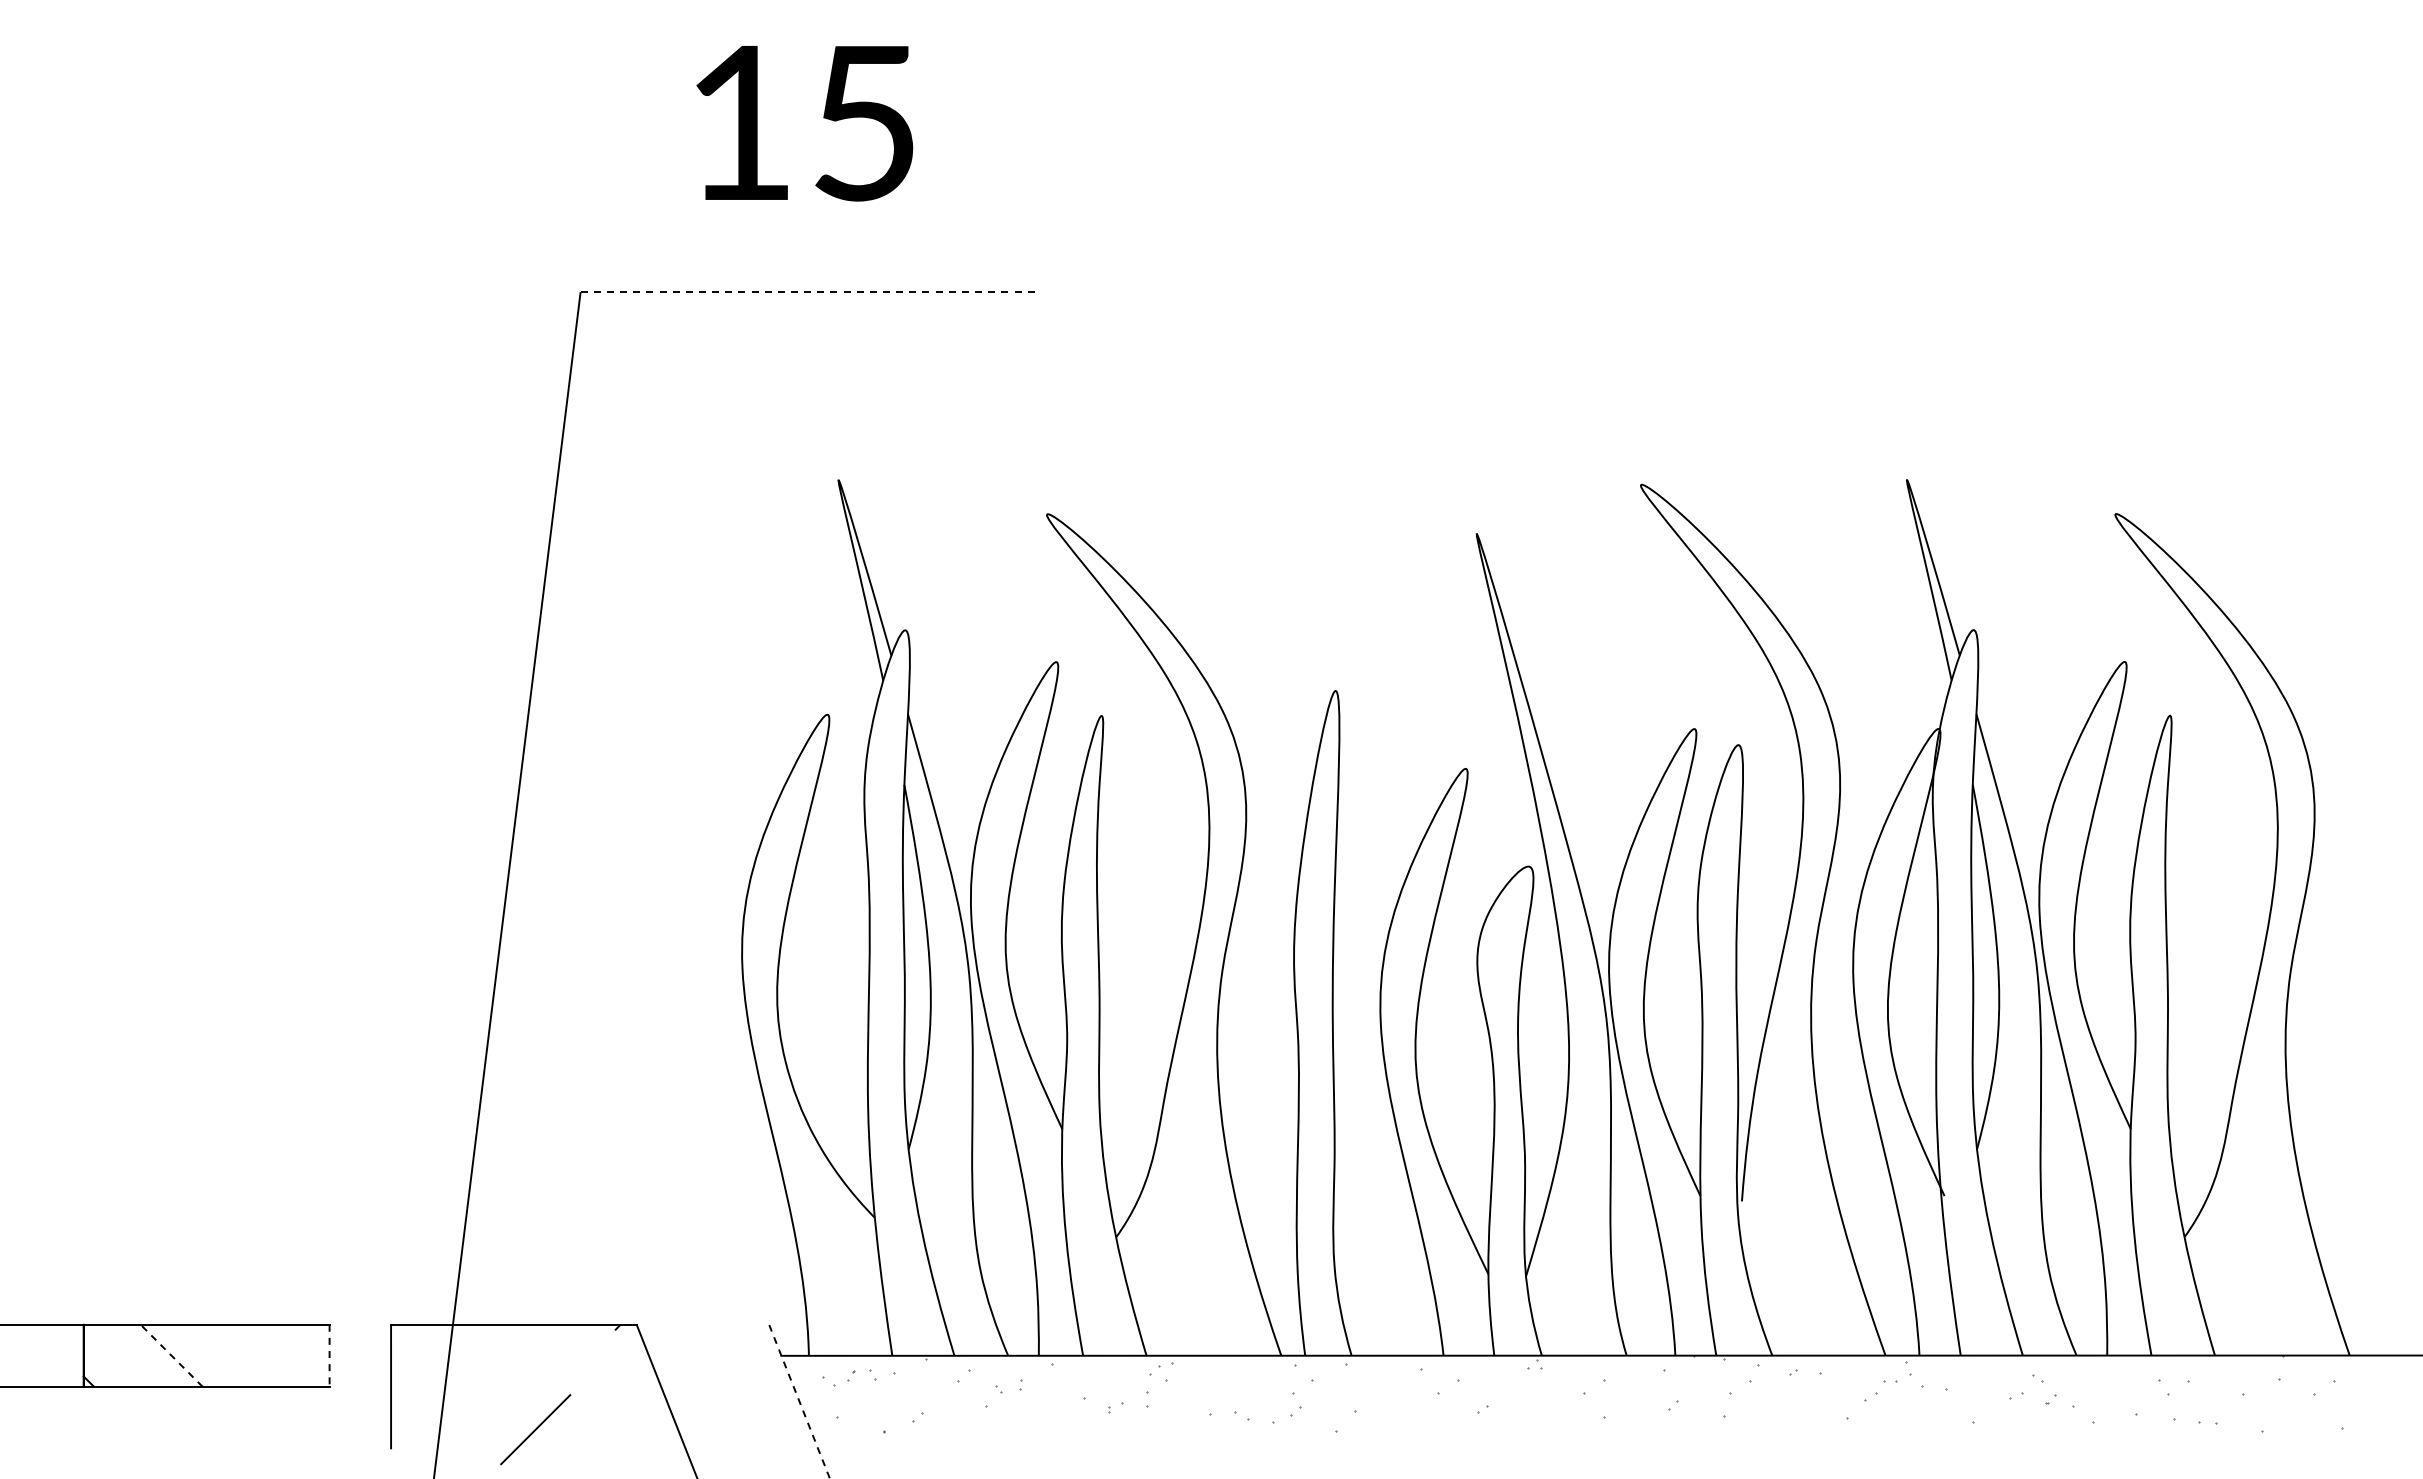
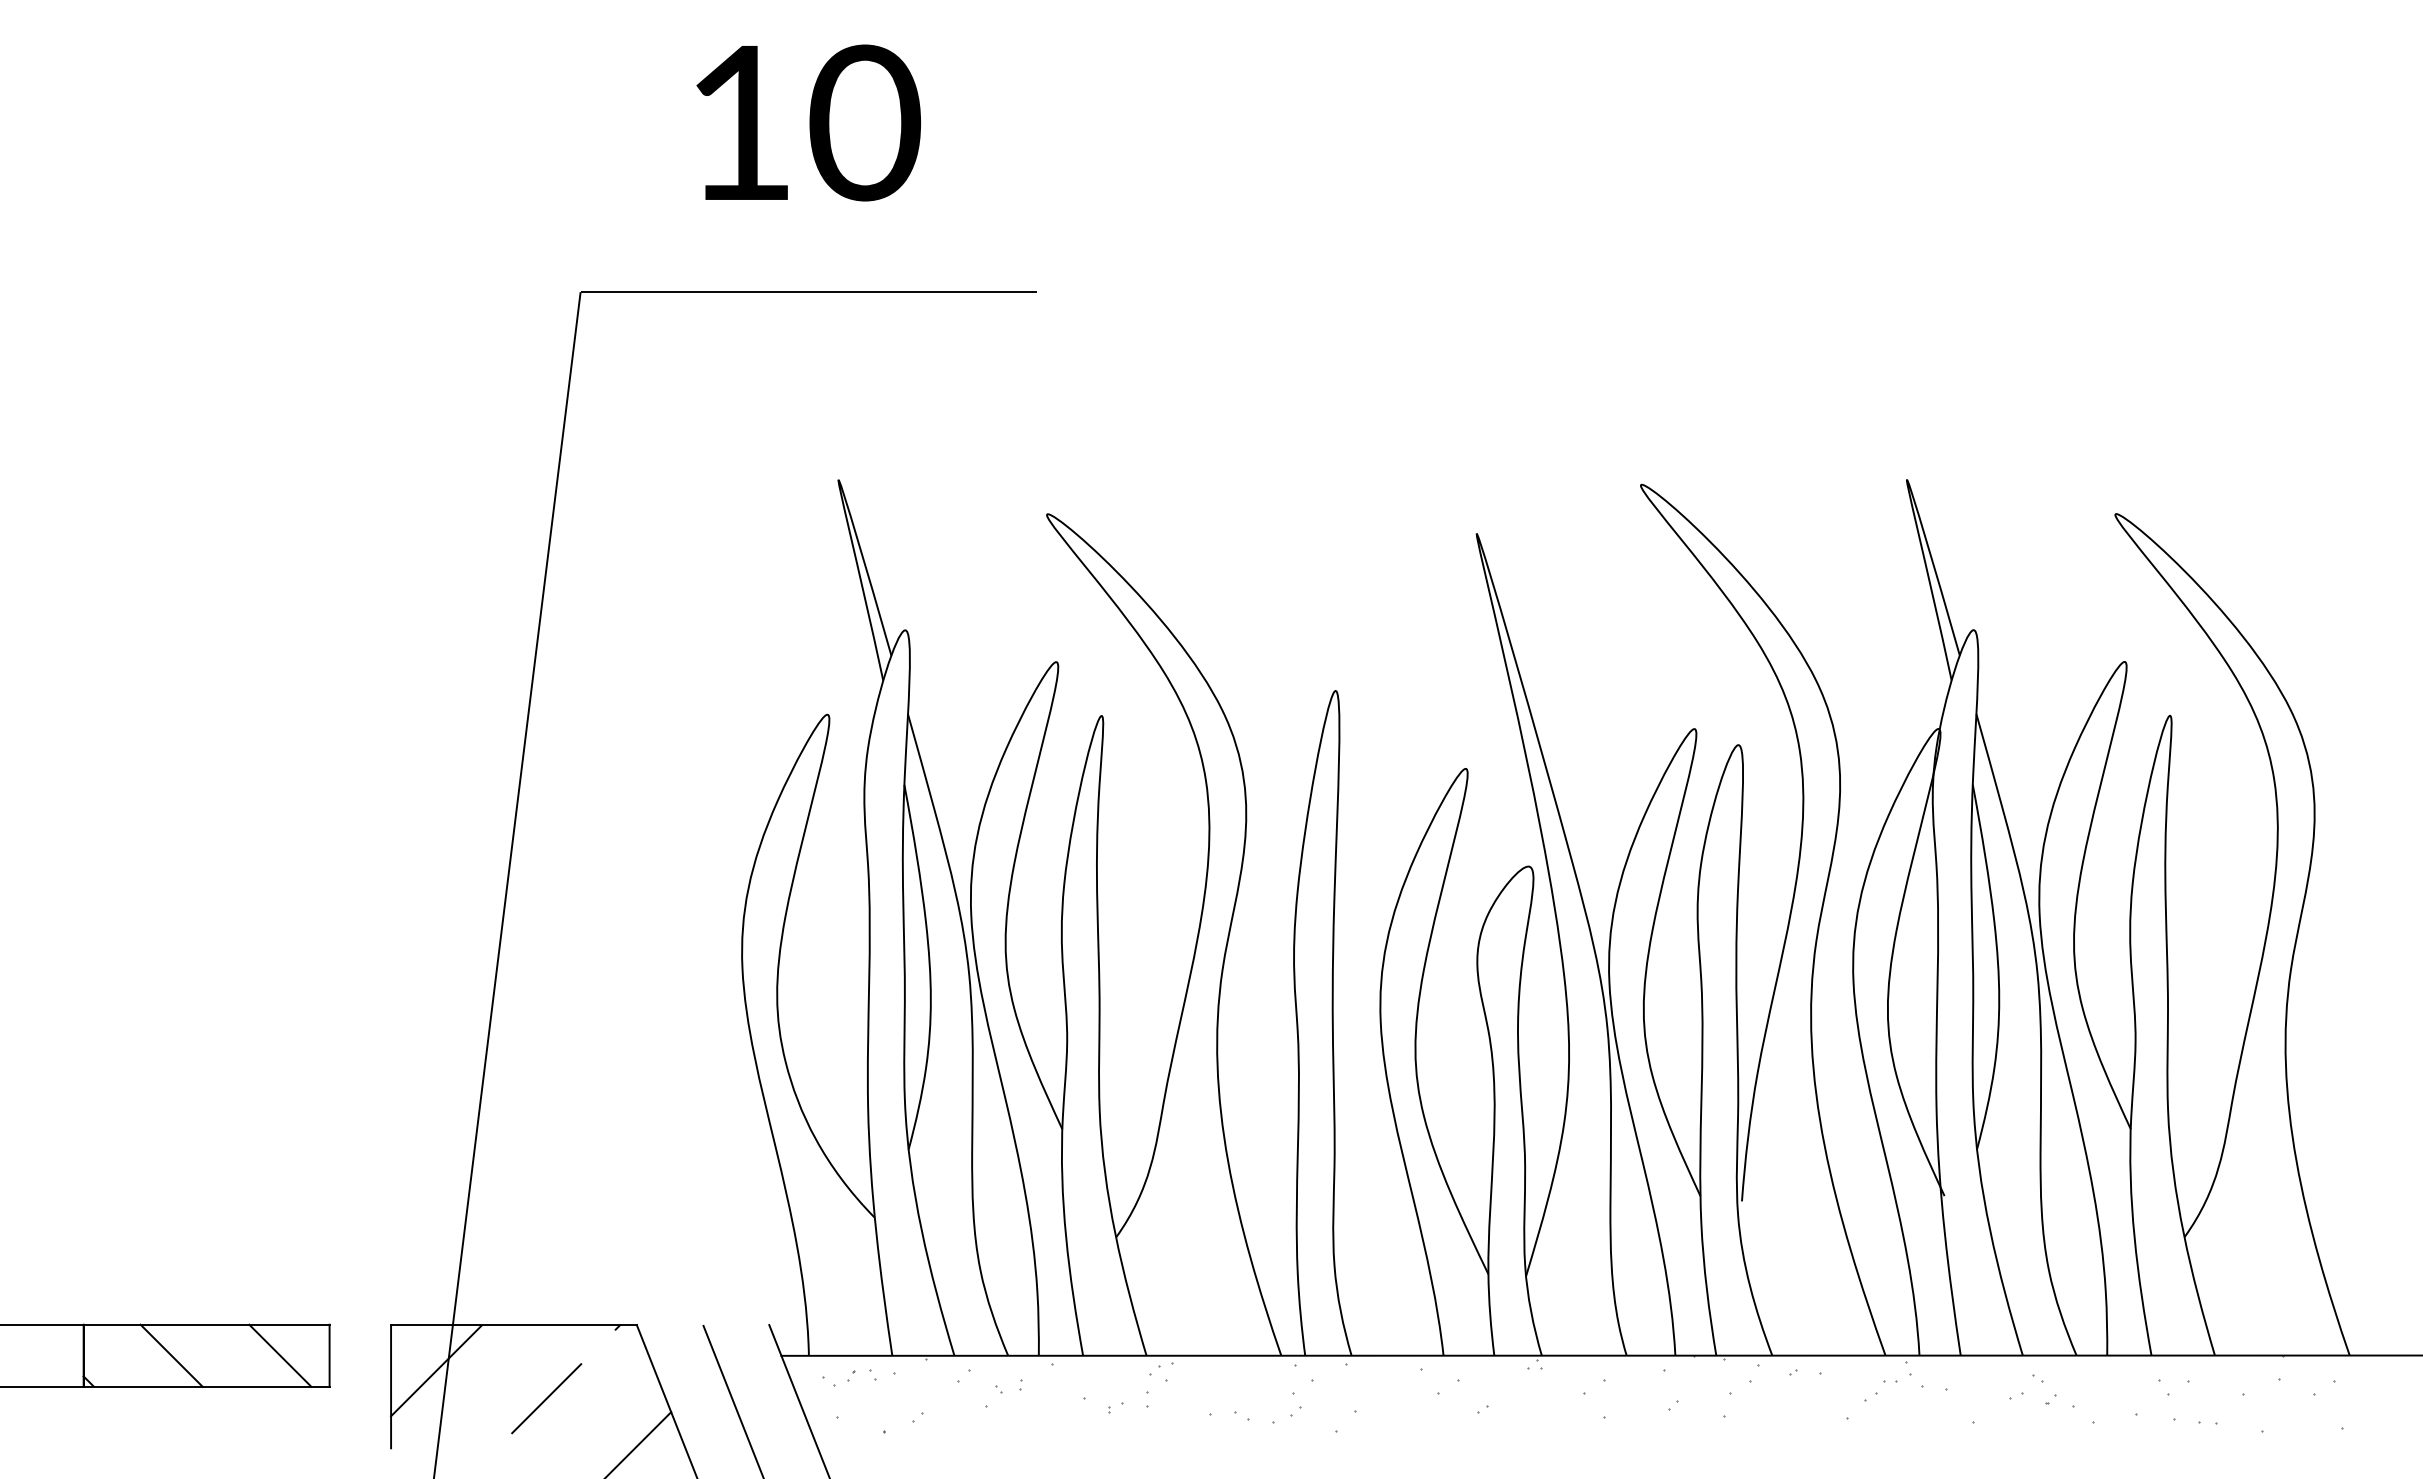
text at (865, 122): 15 -> 10
line at (809, 292): dashed -> solid
line at (171, 1355): dashed -> solid
line at (280, 1355): none -> present
line at (329, 1356): dashed -> solid
line at (436, 1370): none -> present
line at (732, 1400): none -> present
line at (799, 1402): dashed -> solid
line at (535, 1429) position: (535, 1429) -> (546, 1398)
line at (639, 1443): none -> present
